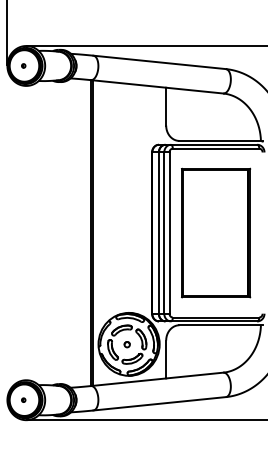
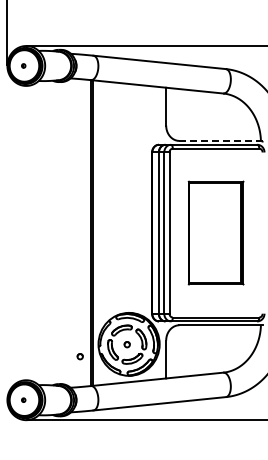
line at (221, 140): solid -> dashed
part at (216, 232) size: 71x132 px -> 58x106 px
part at (79, 356): none -> present
